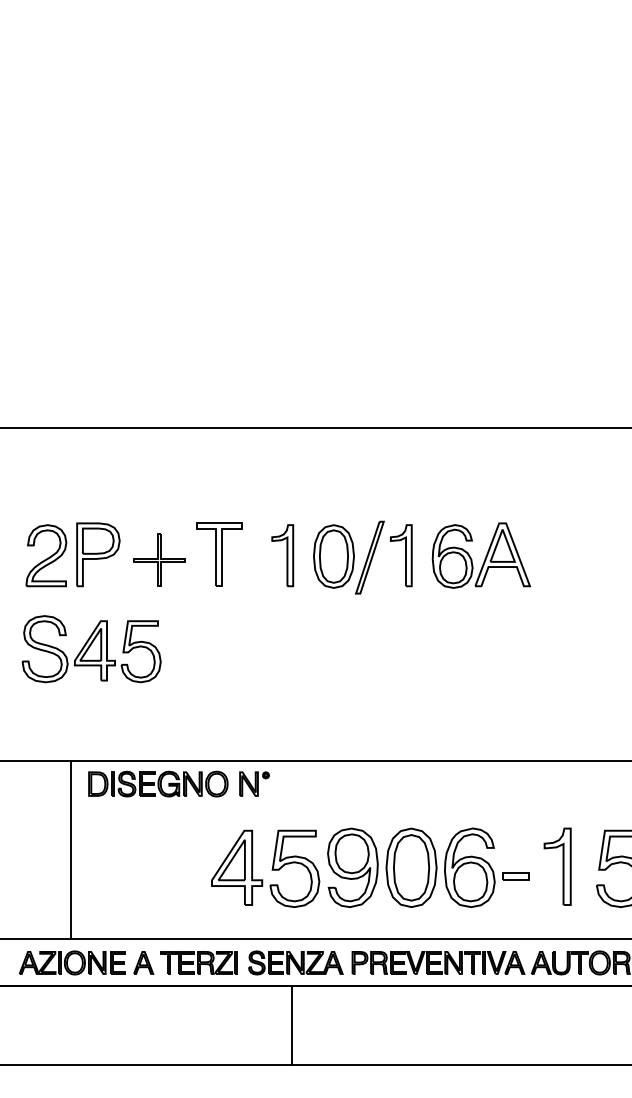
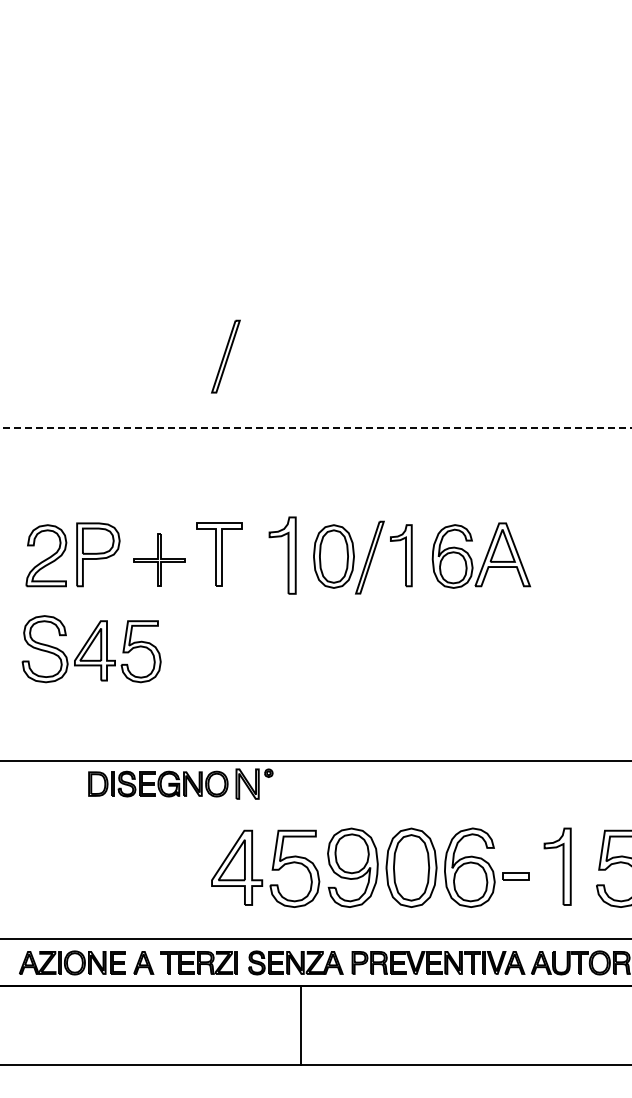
part at (225, 356): none -> present
line at (316, 428): solid -> dashed
part at (282, 555) size: 24x64 px -> 29x79 px
part at (254, 783) size: 31x26 px -> 39x32 px
line at (70, 850): present -> none
line at (292, 1025) position: (292, 1025) -> (301, 1025)
